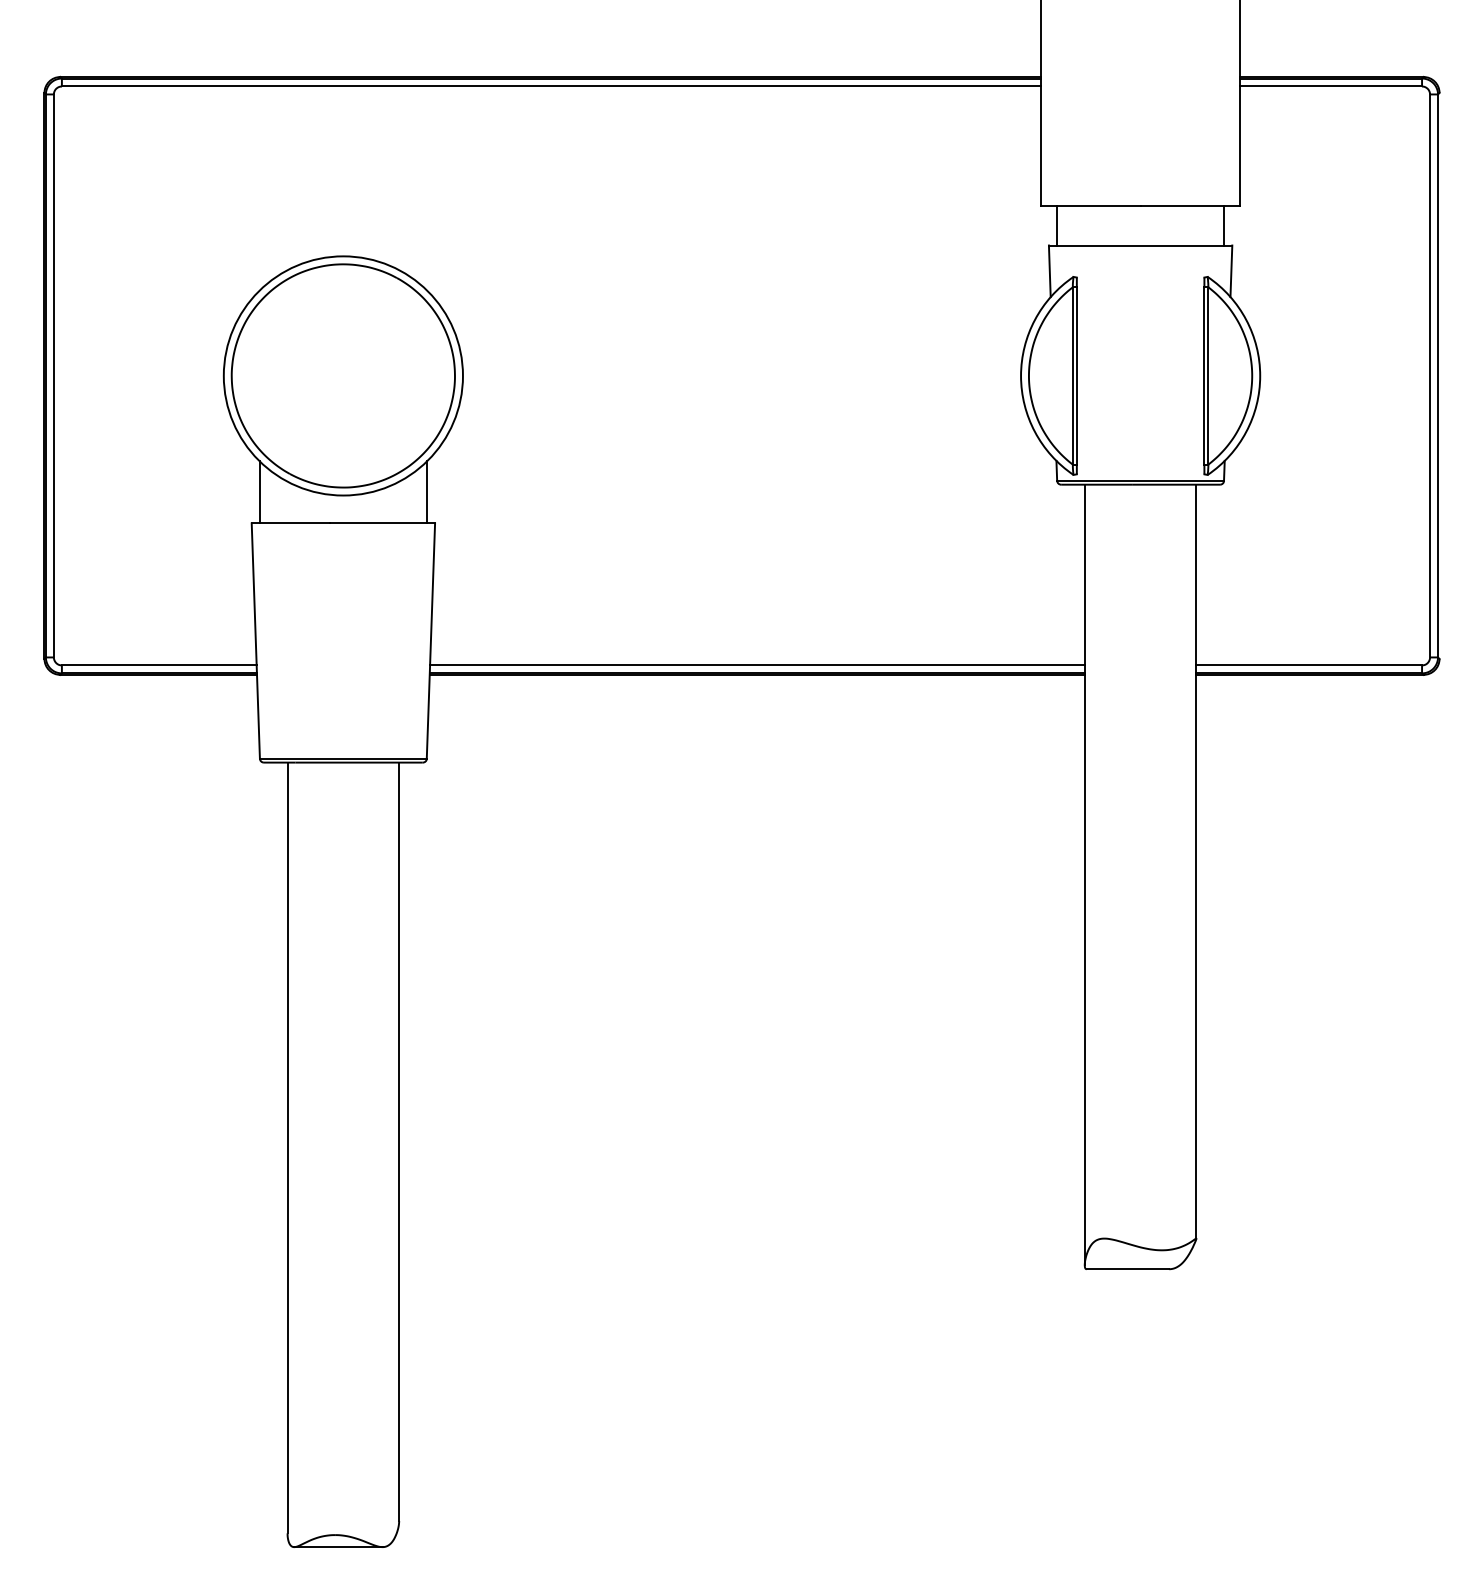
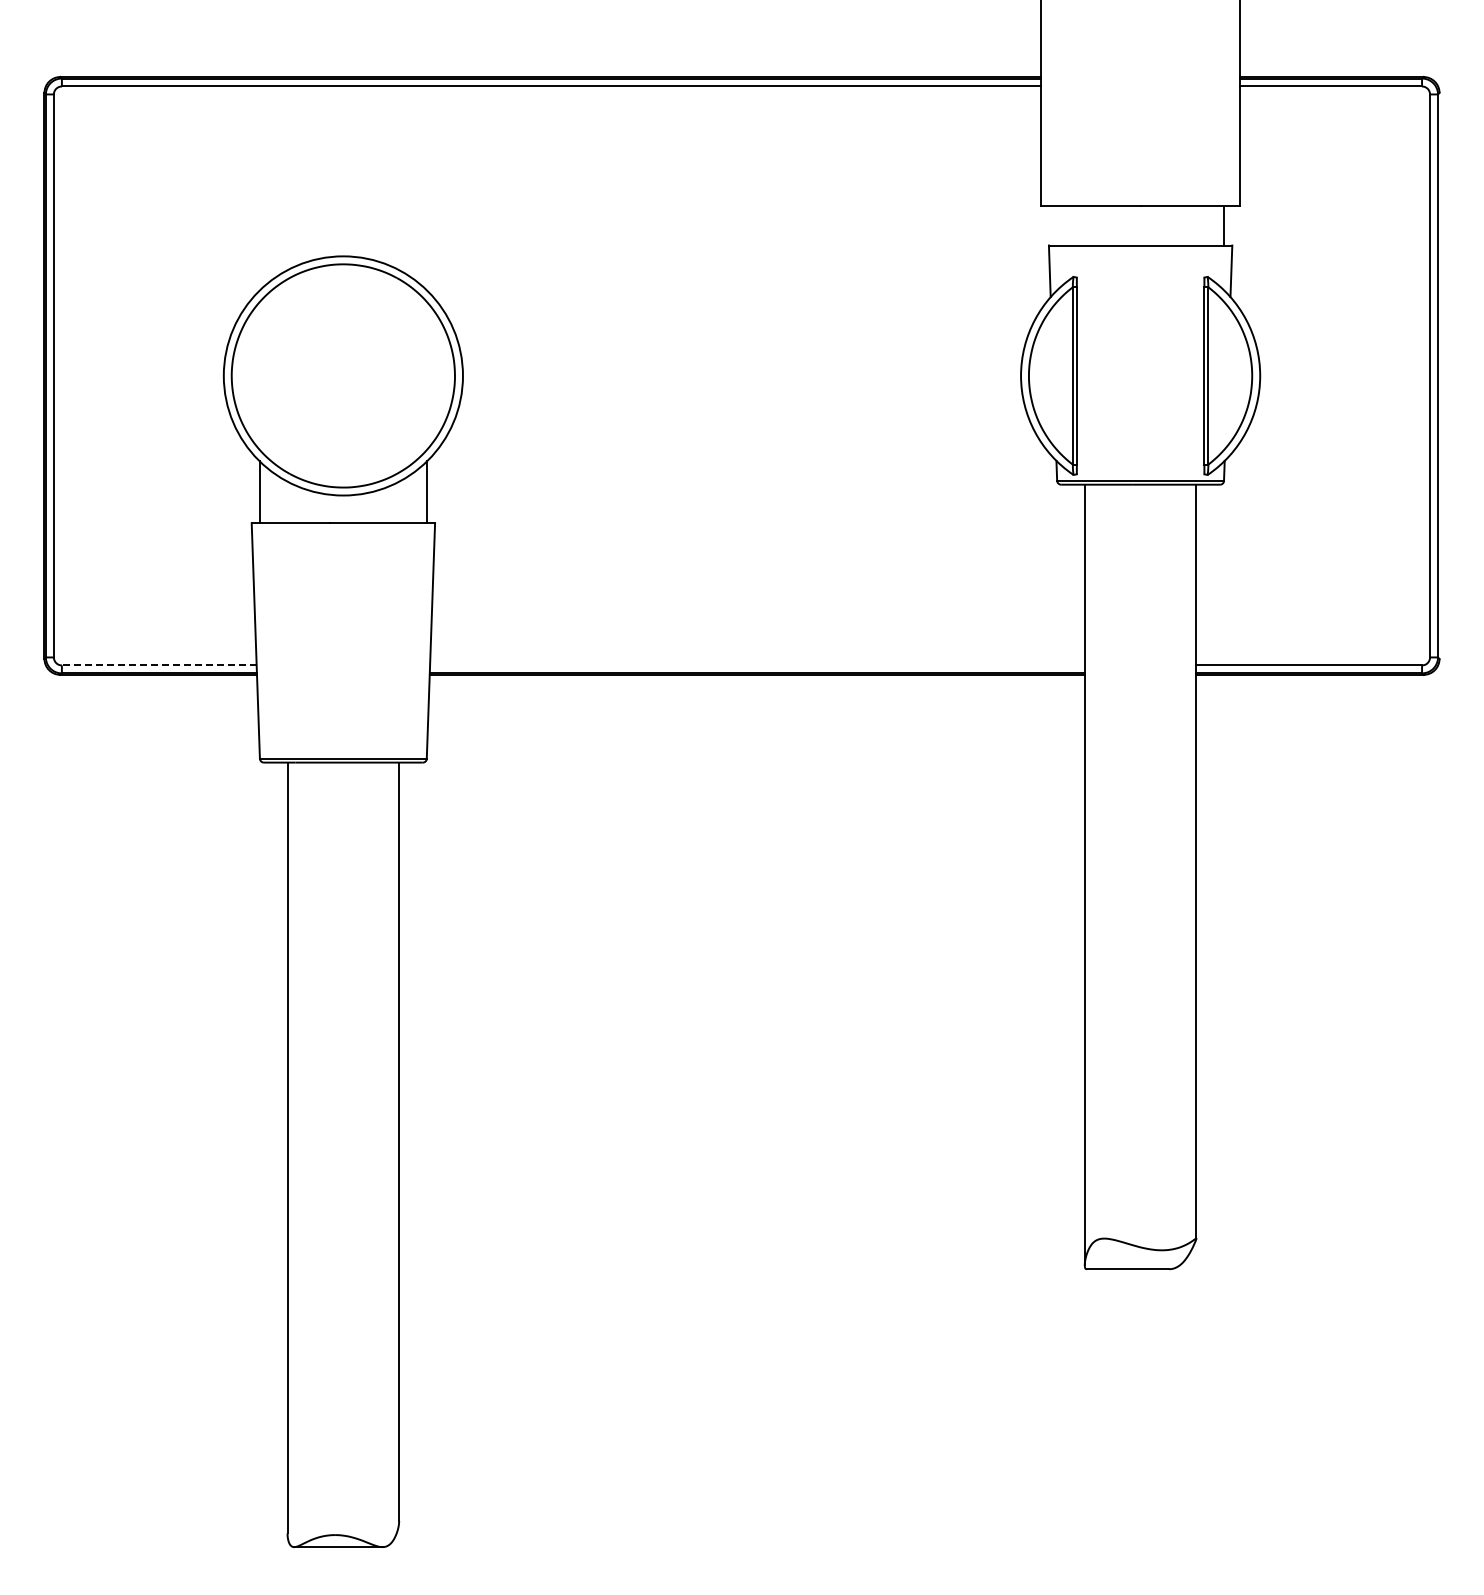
line at (1056, 225): present -> none
line at (158, 665): solid -> dashed
line at (757, 665): present -> none
